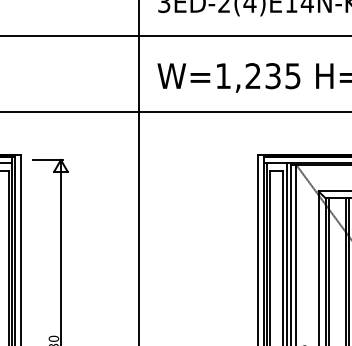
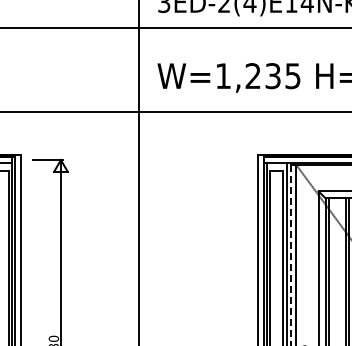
line at (175, 36) position: (175, 36) -> (175, 28)
line at (291, 255): solid -> dashed
